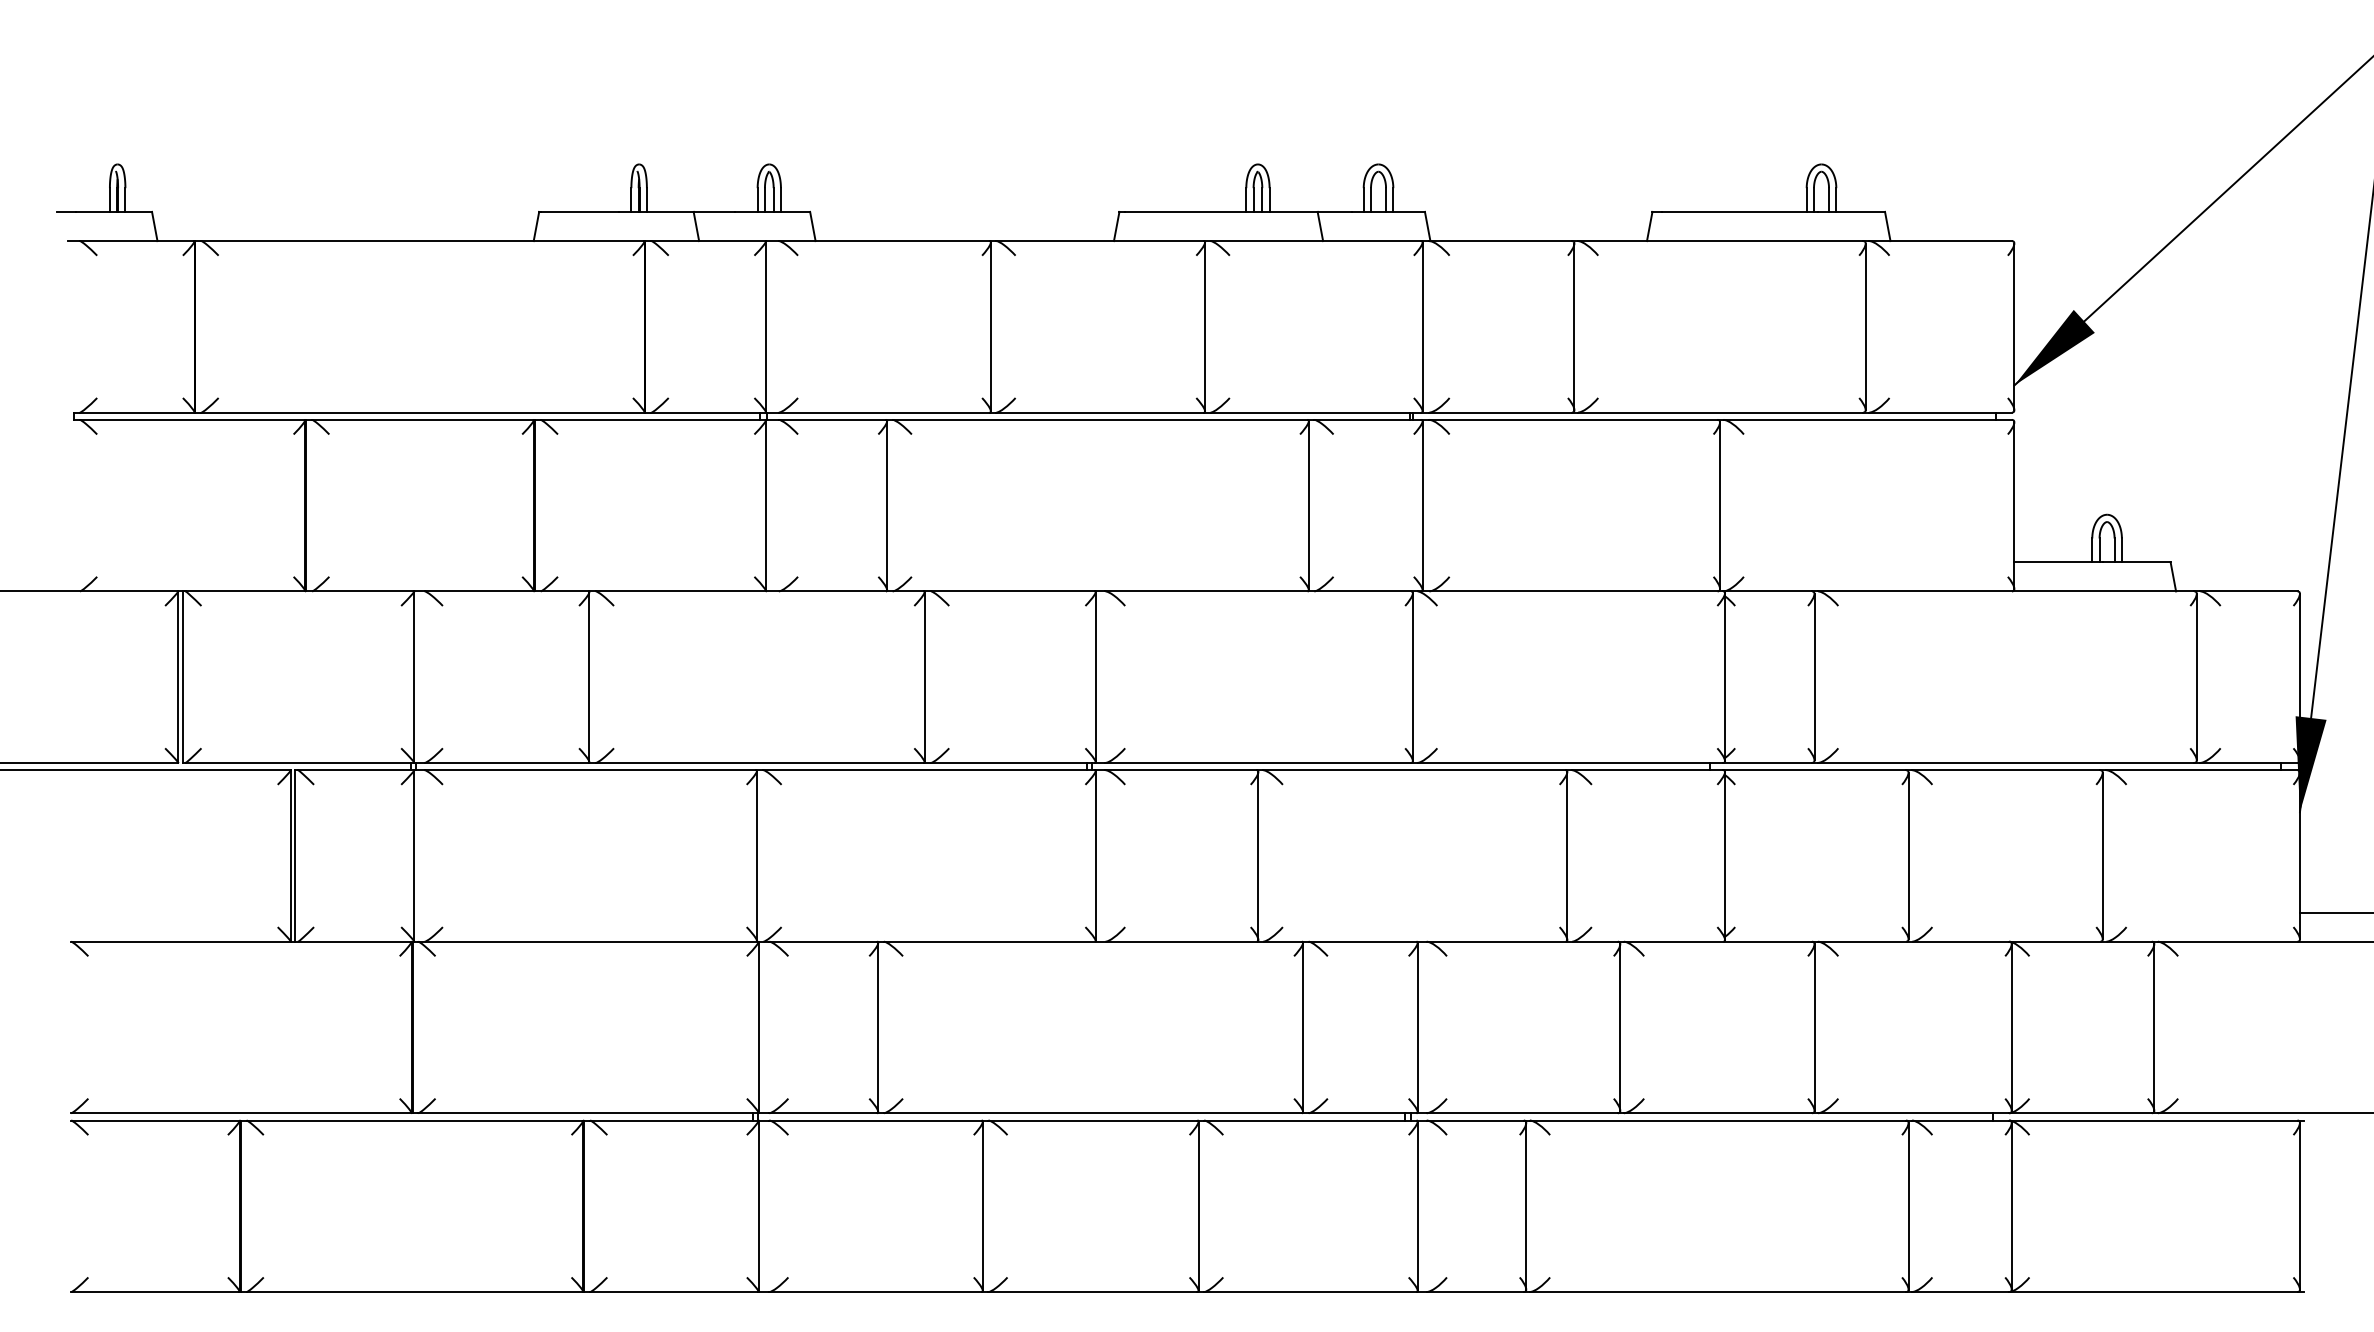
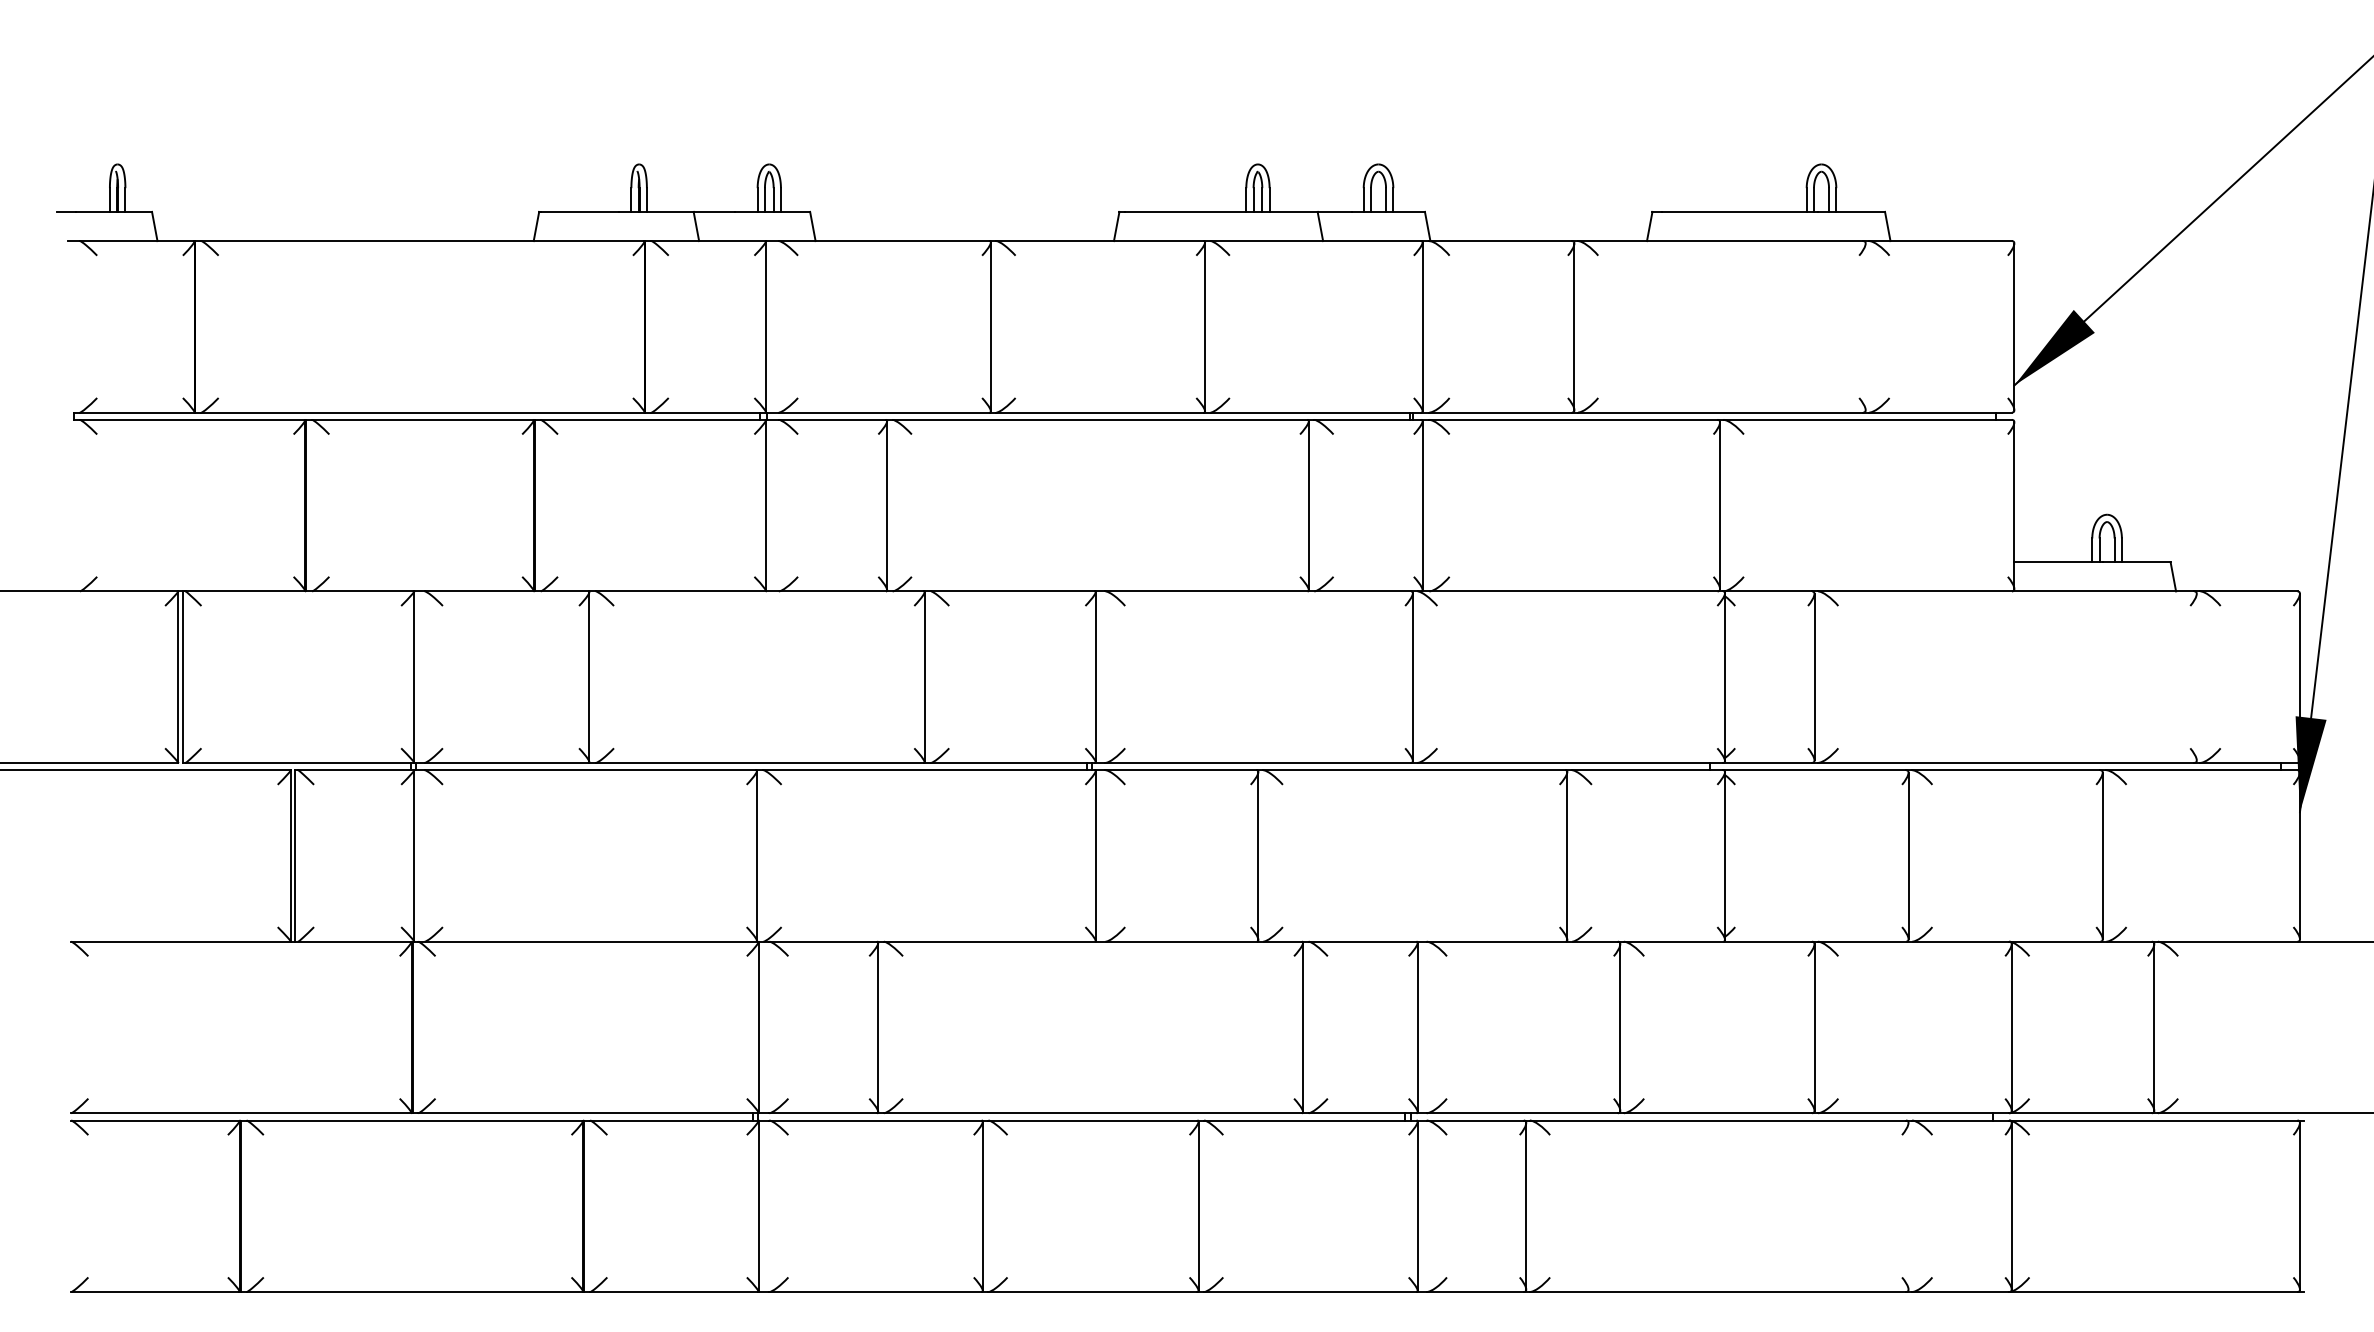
line at (1865, 326): present -> none
line at (2196, 676): present -> none
line at (2334, 912): present -> none
line at (1908, 1205): present -> none
